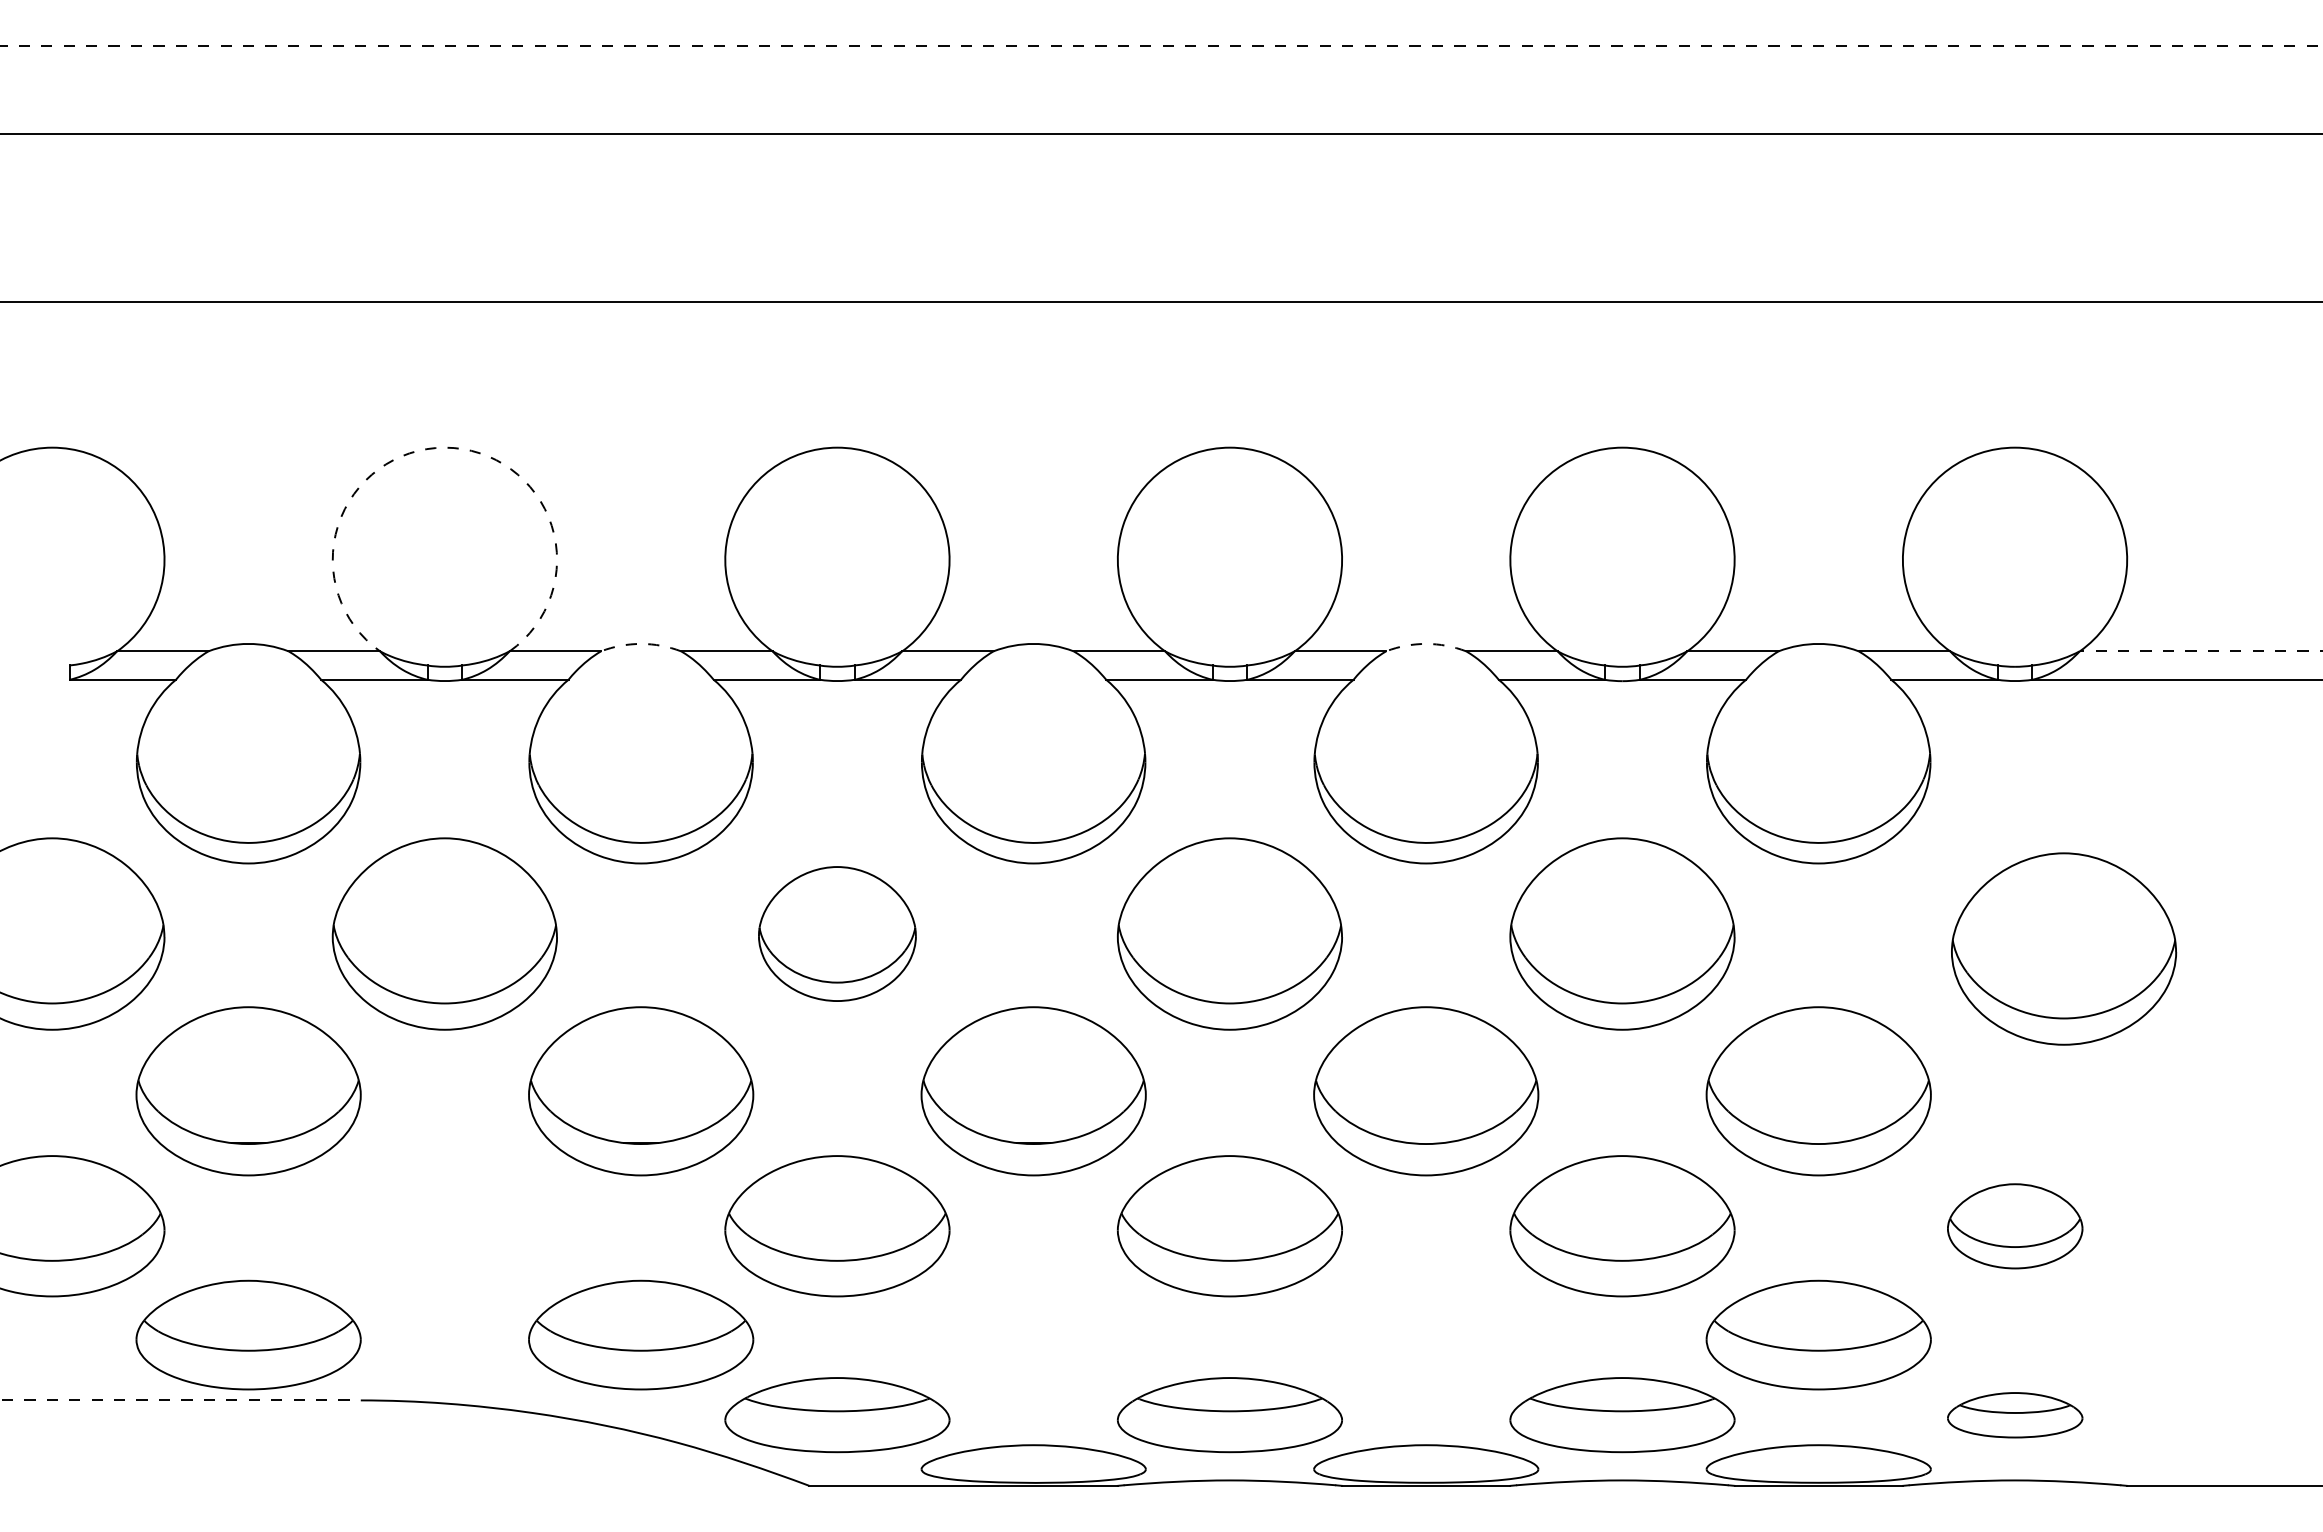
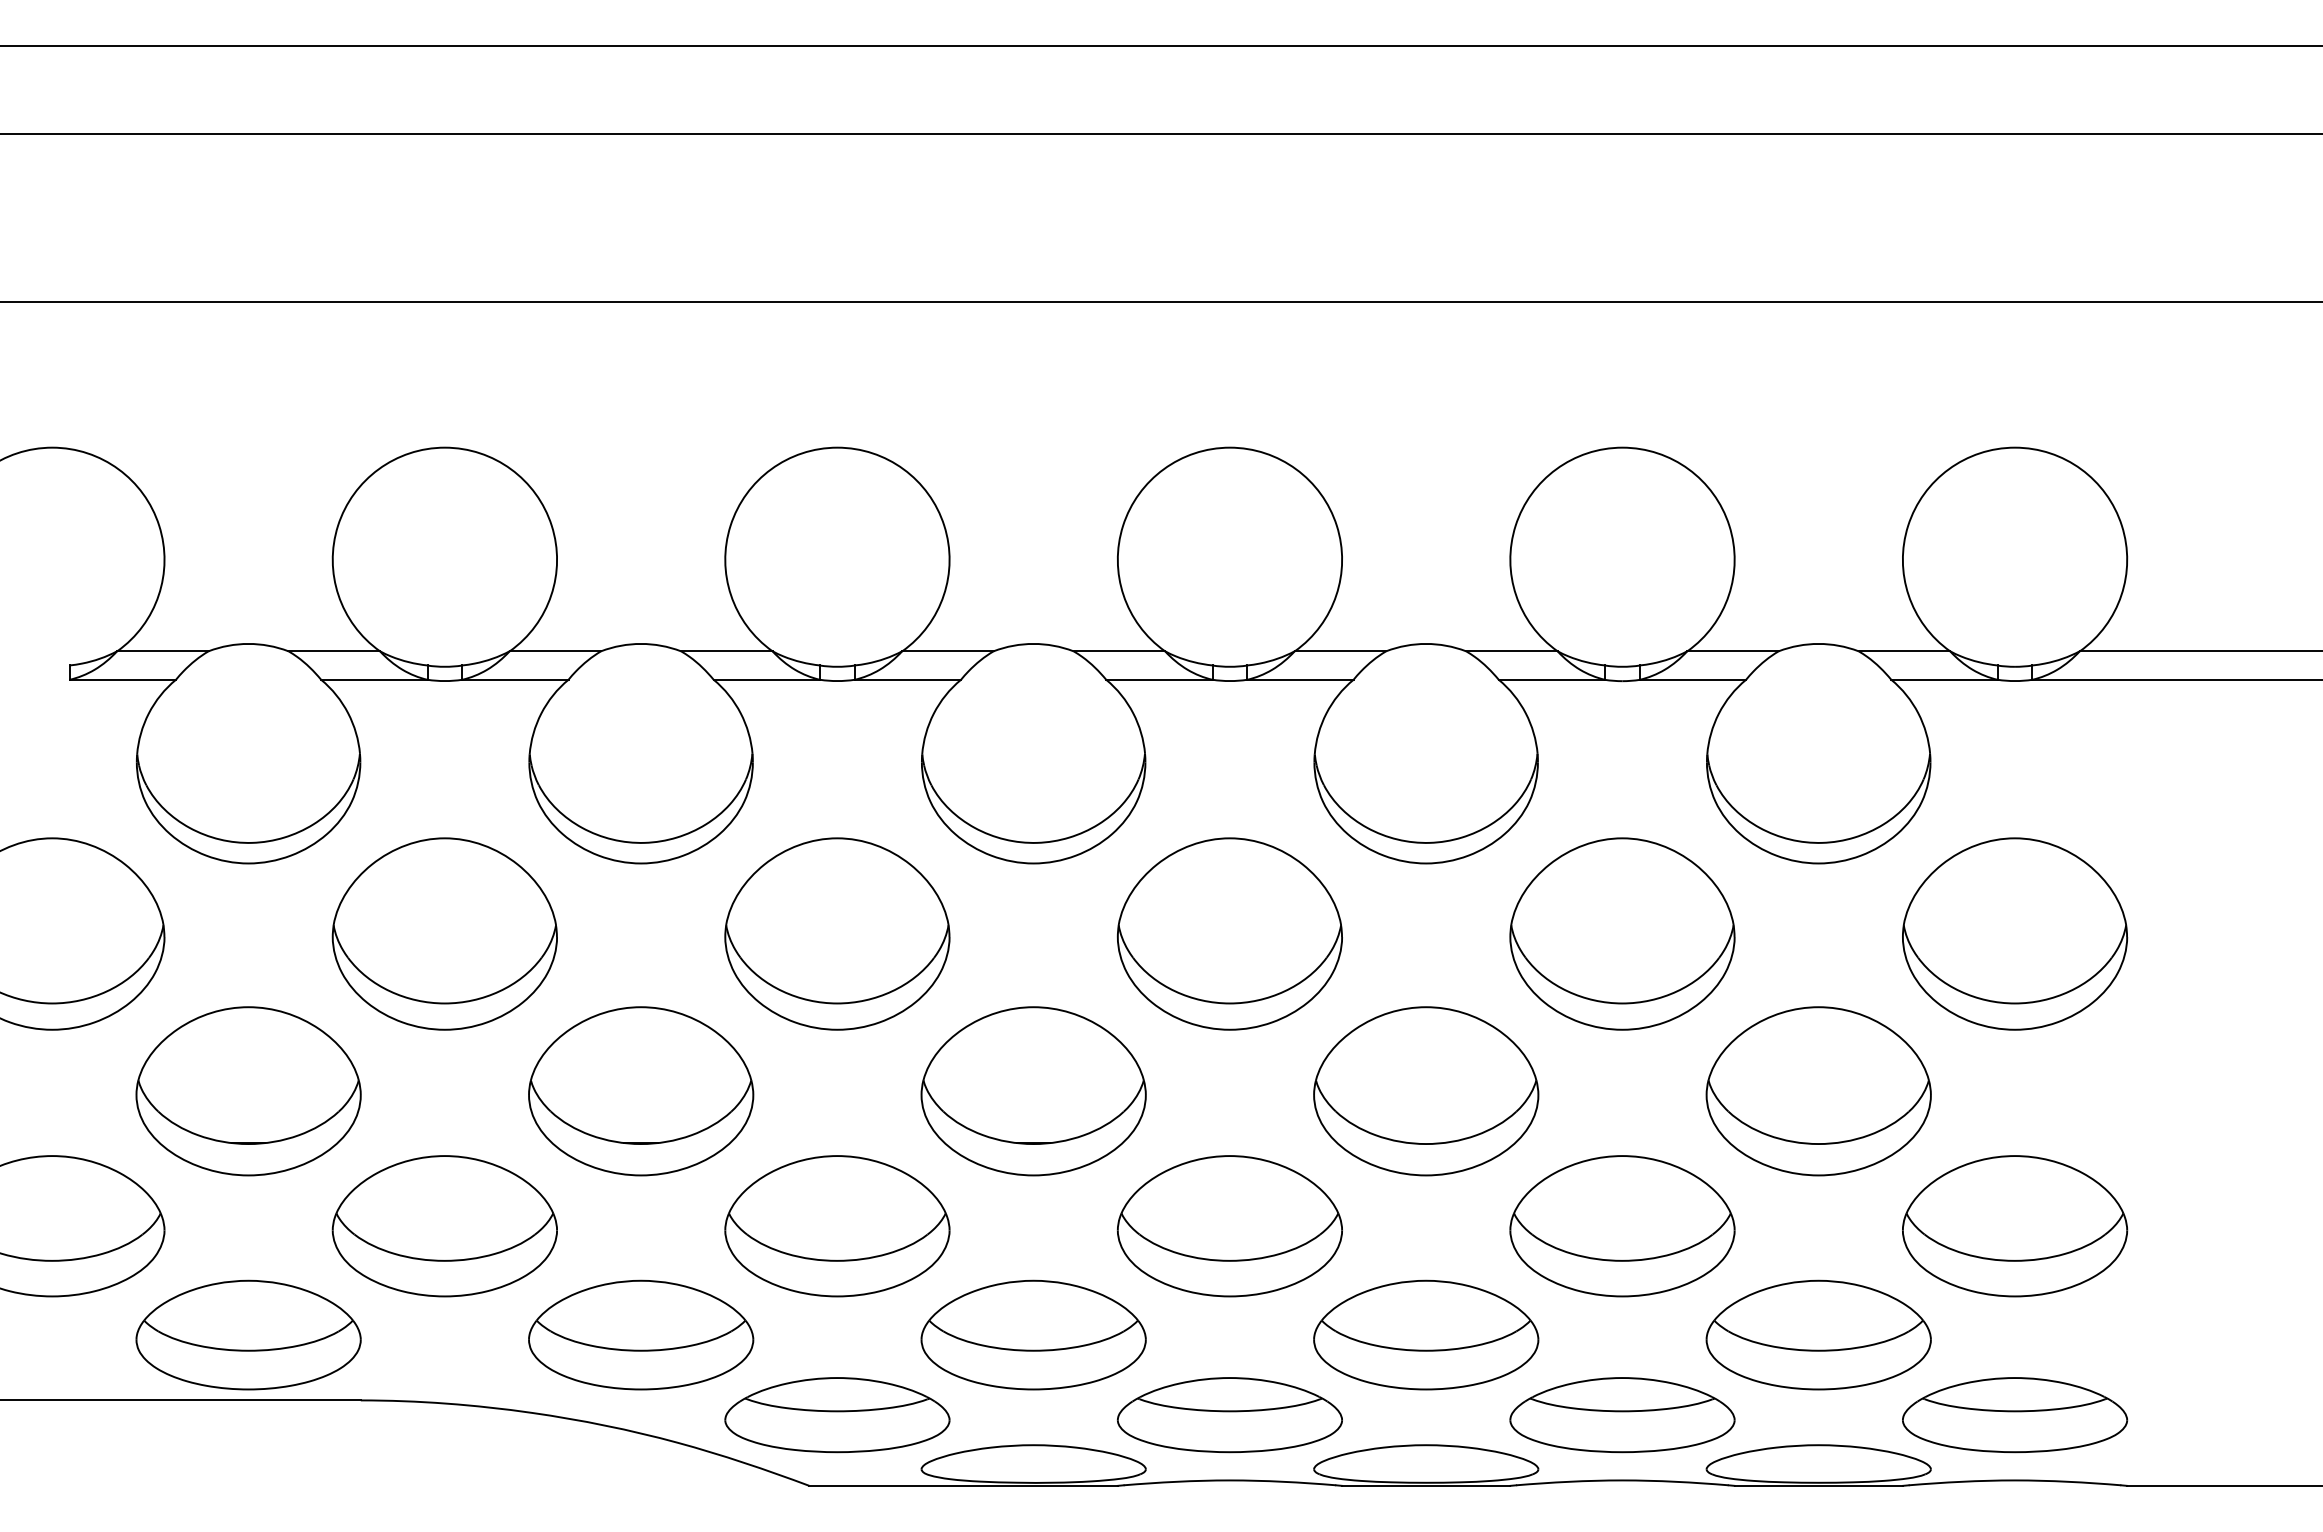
line at (1160, 46): dashed -> solid
arc at (444, 447): dashed -> solid
arc at (641, 643): dashed -> solid
arc at (1426, 643): dashed -> solid
line at (2200, 651): dashed -> solid
part at (837, 933) size: 159x136 px -> 227x194 px
part at (2064, 948) position: (2064, 948) -> (2015, 933)
part at (444, 1226): none -> present
part at (2015, 1226) size: 137x87 px -> 227x143 px
part at (1033, 1334): none -> present
part at (1426, 1334): none -> present
line at (180, 1400): dashed -> solid
part at (2015, 1415) size: 137x47 px -> 227x77 px
